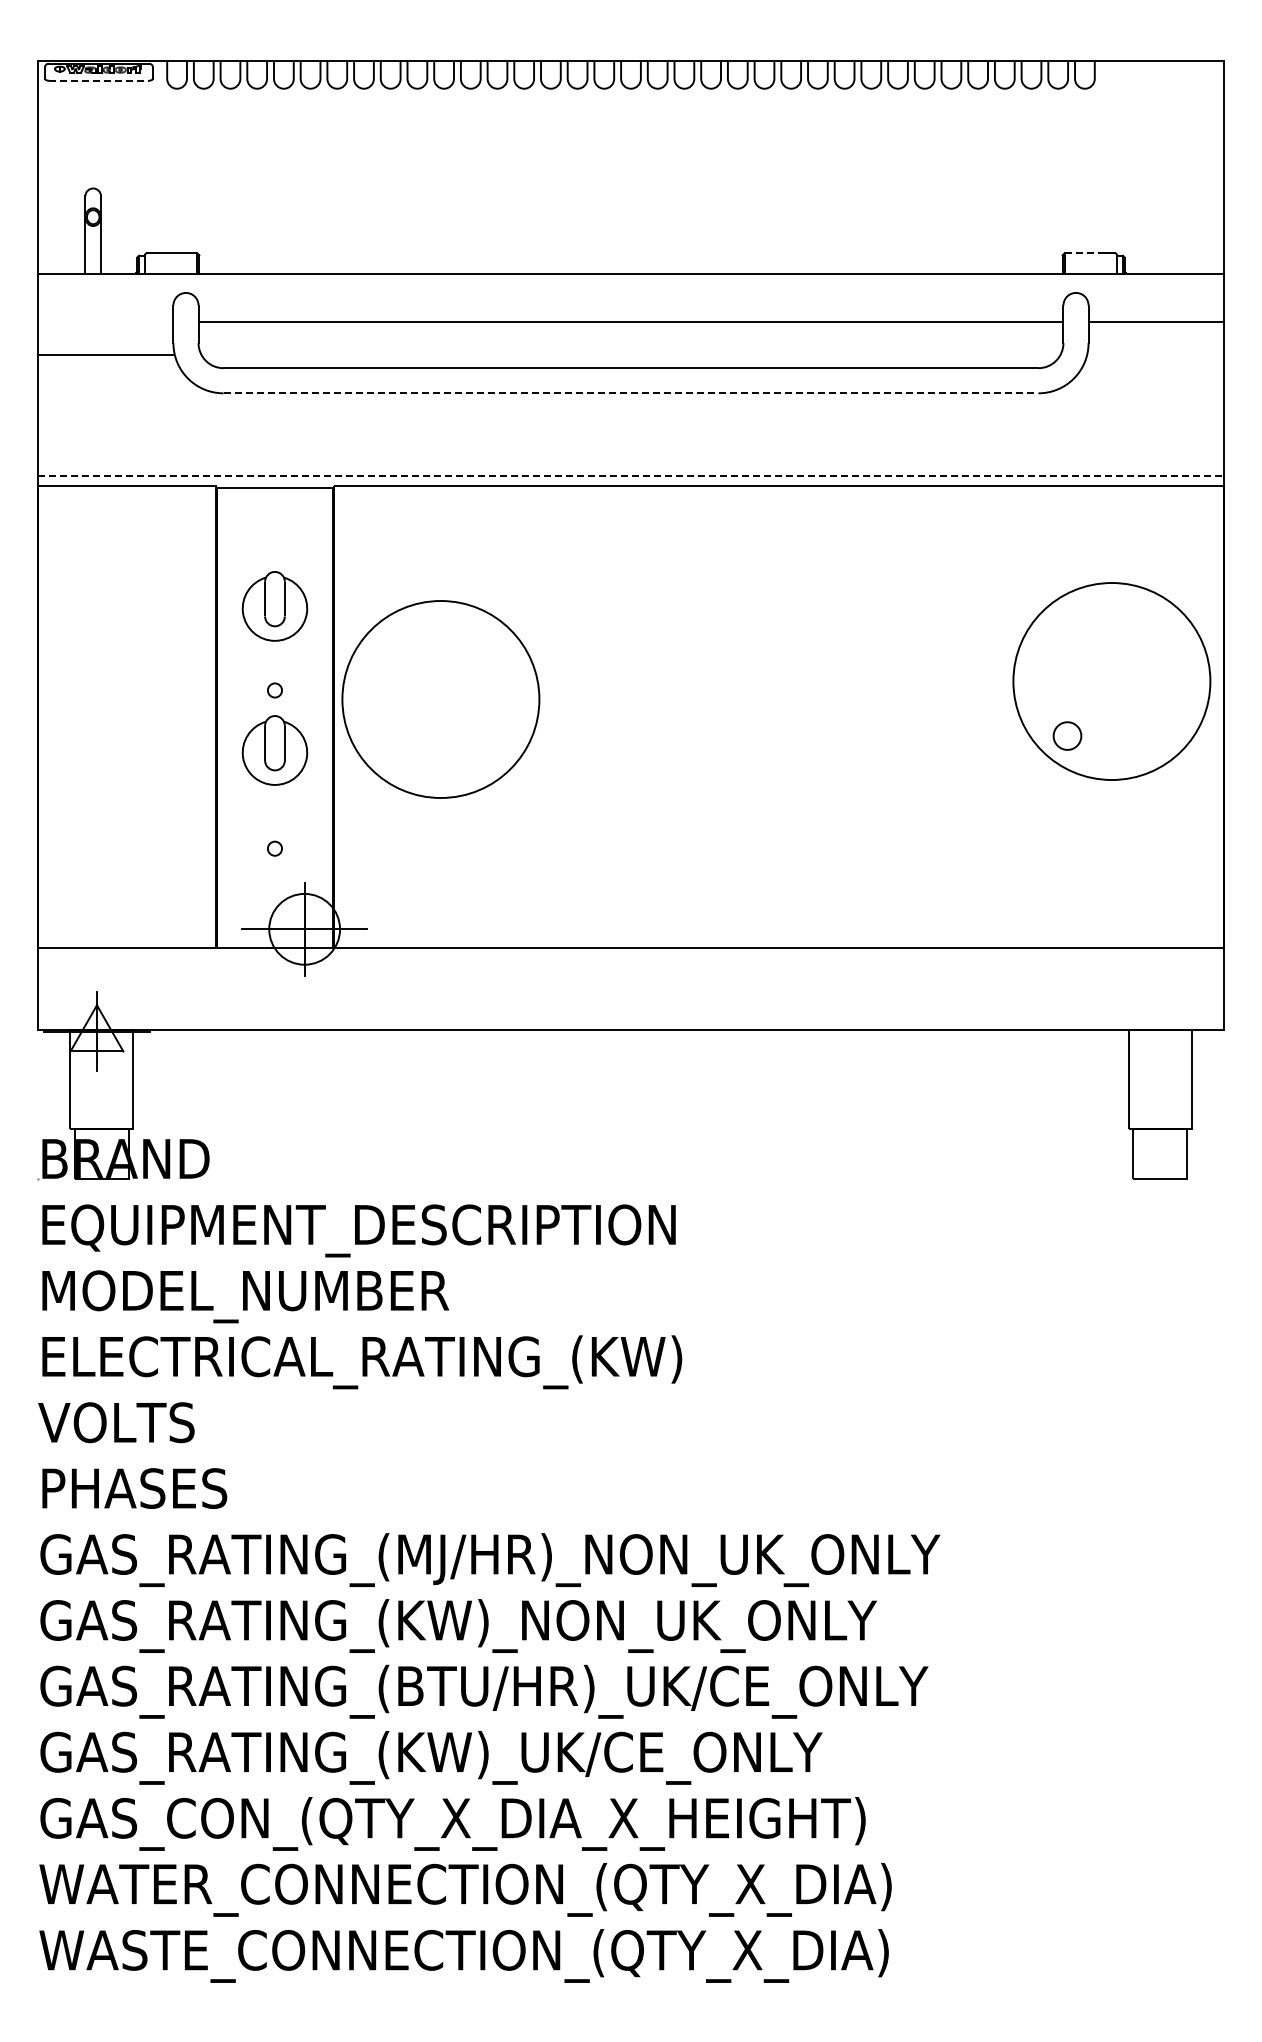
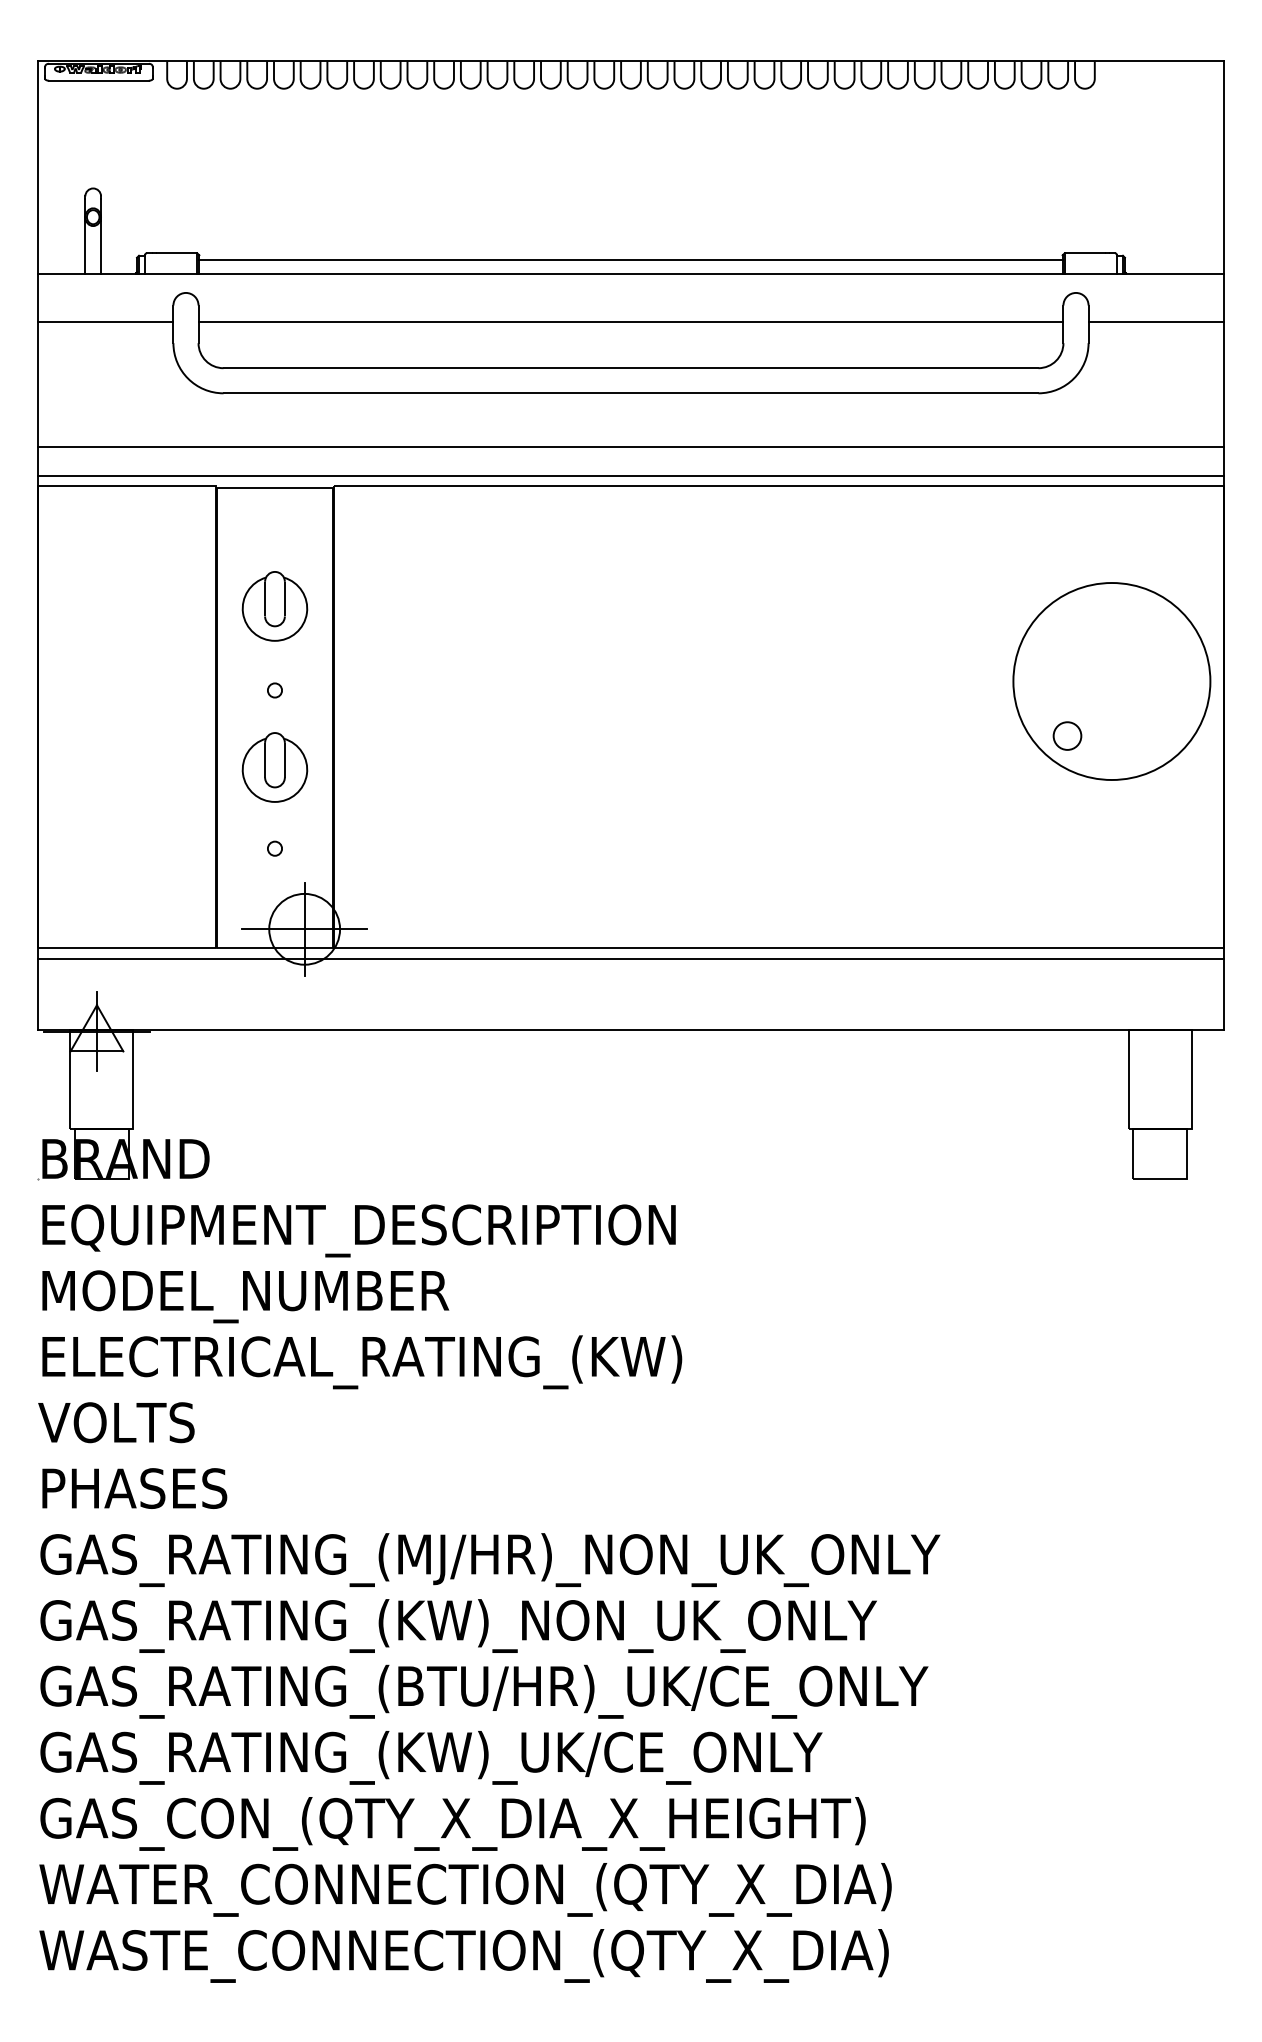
line at (98, 80): dashed -> solid
line at (1084, 253): dashed -> solid
line at (630, 260): none -> present
line at (105, 355) position: (105, 355) -> (105, 322)
line at (631, 393): dashed -> solid
line at (630, 446): none -> present
line at (631, 476): dashed -> solid
circle at (440, 699): present -> none
part at (274, 750) position: (274, 750) -> (274, 767)
line at (630, 958): none -> present
